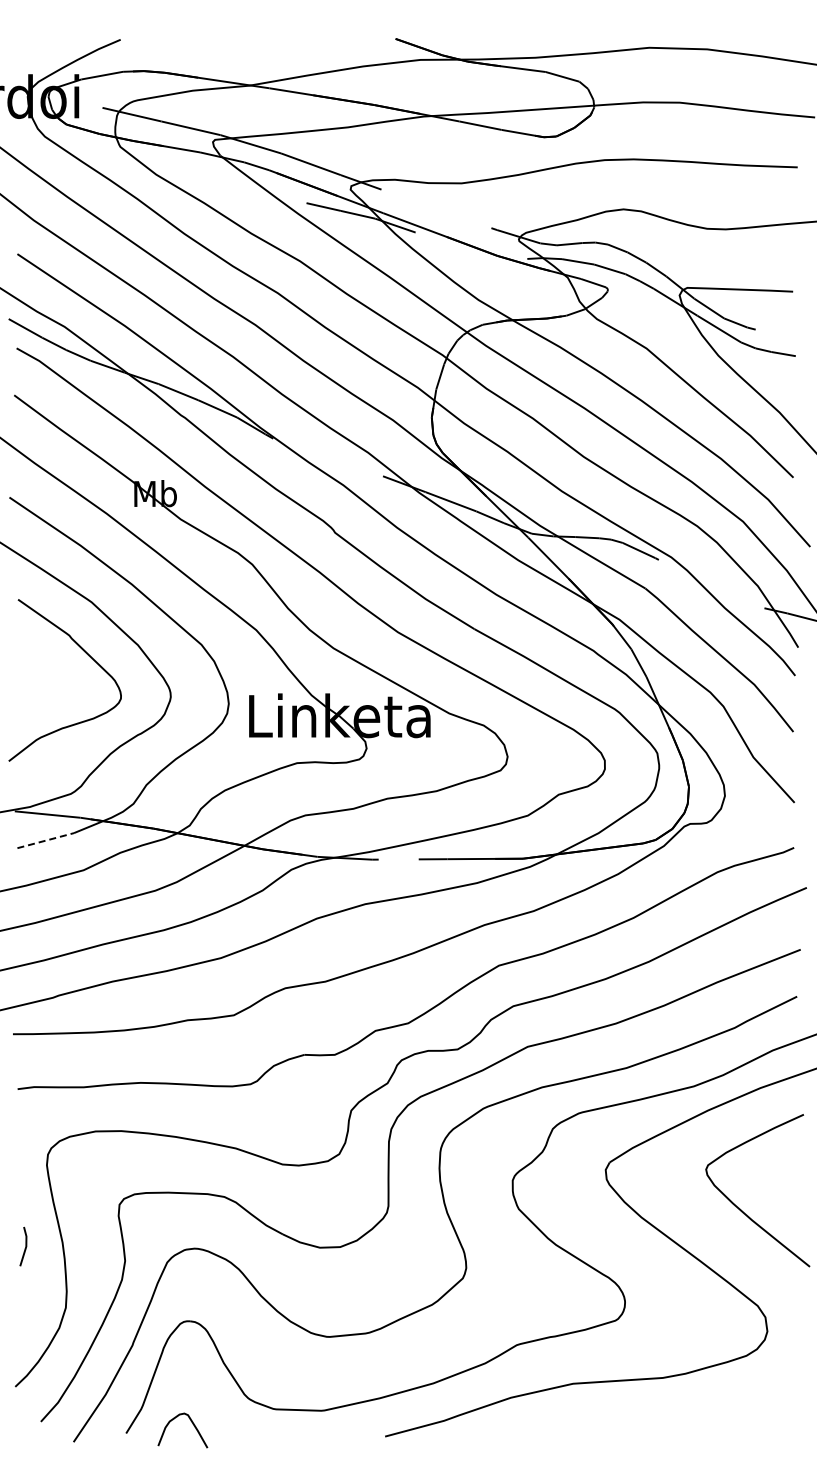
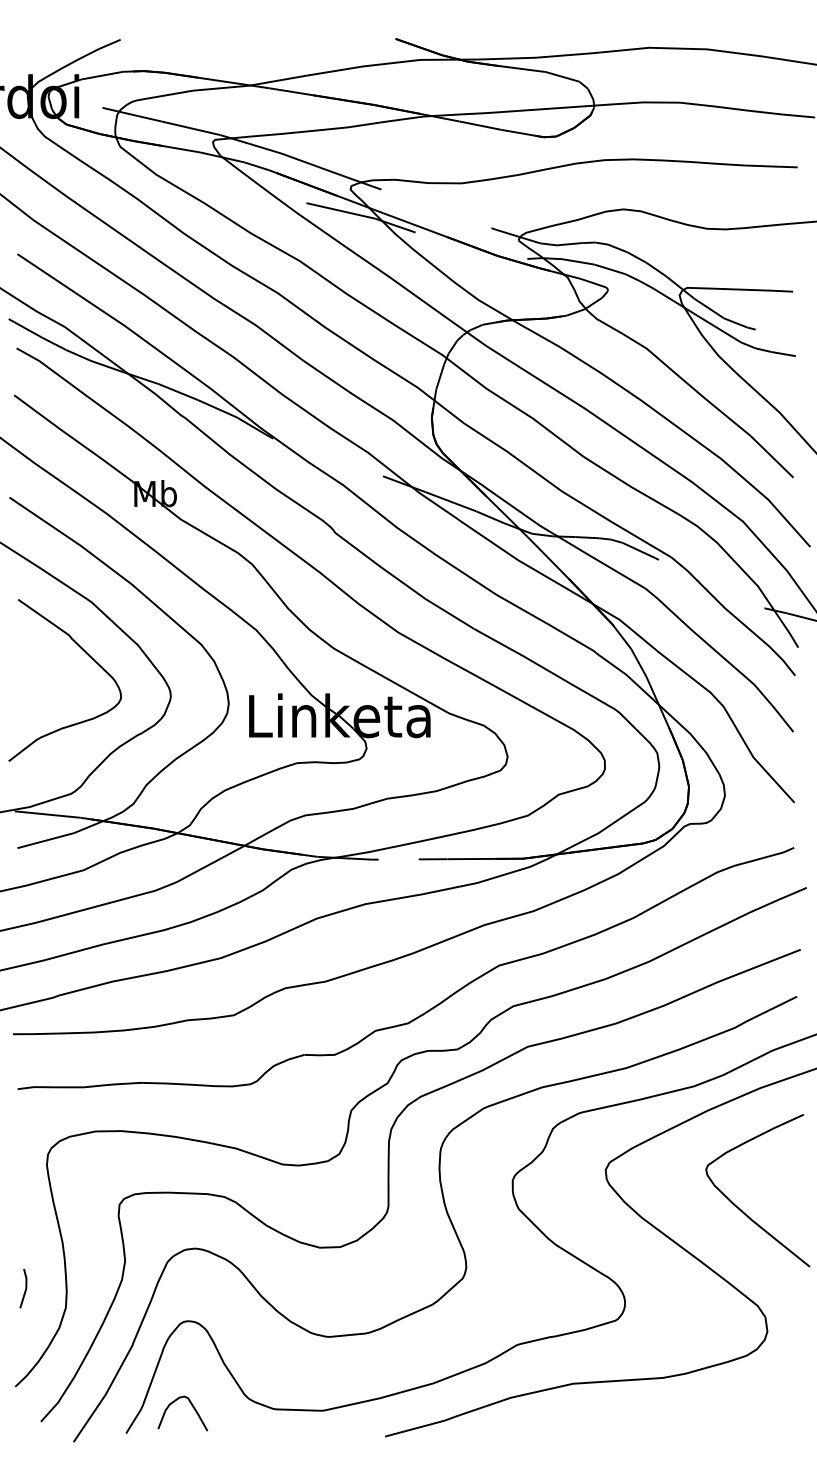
line at (46, 840): dashed -> solid
line at (25, 1246) position: (25, 1246) -> (25, 1288)
curve at (192, 1424) position: (192, 1424) -> (192, 1407)
